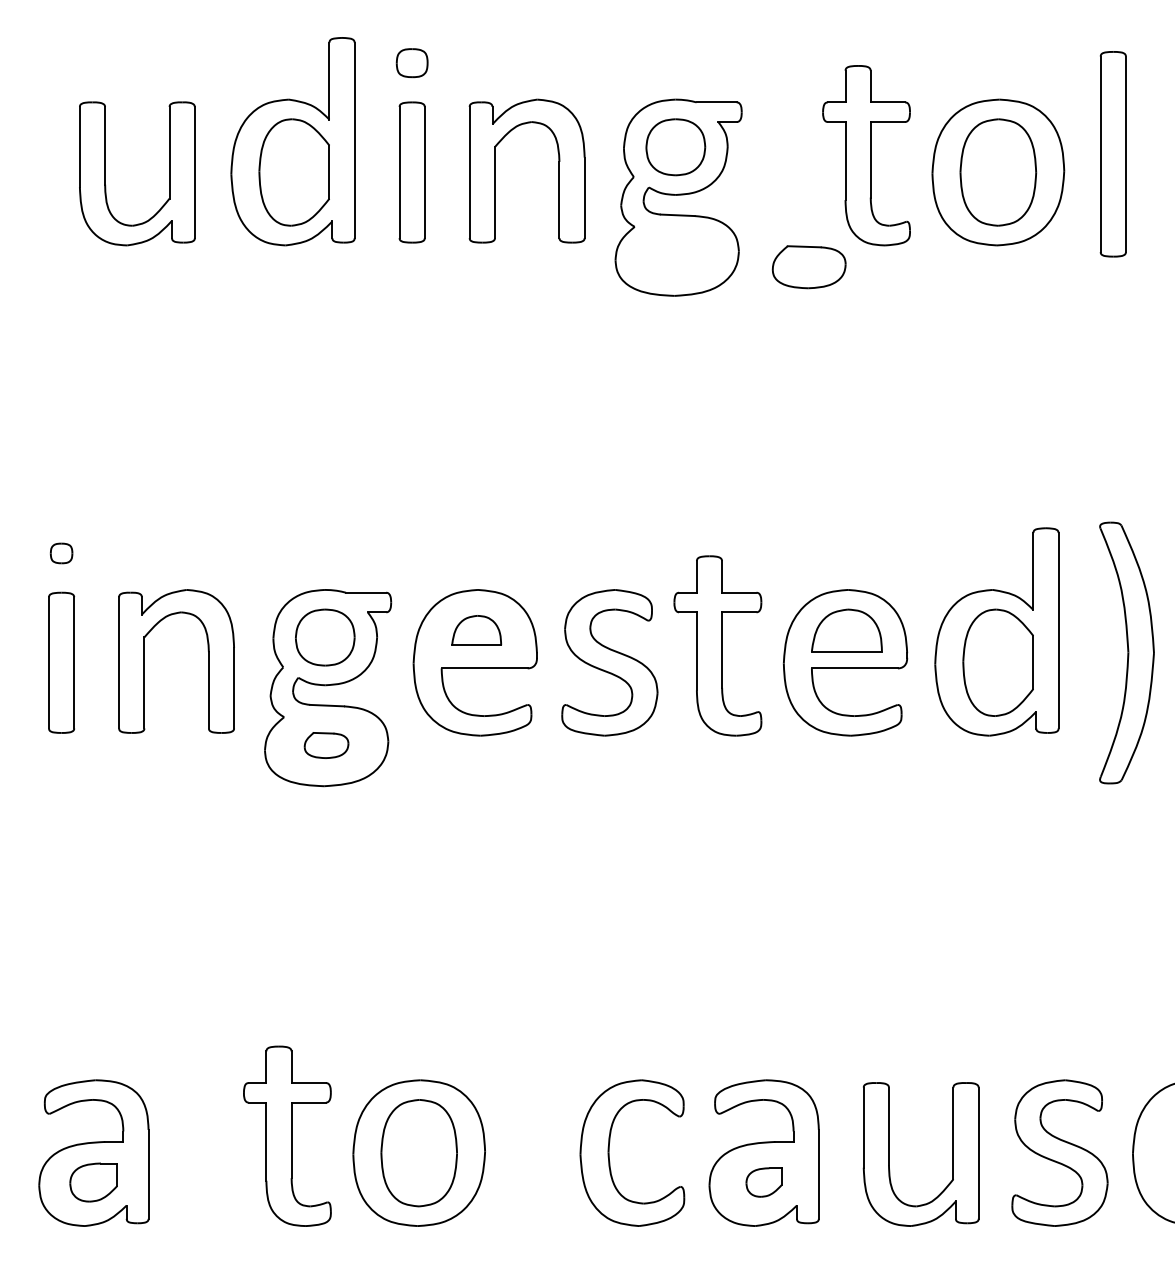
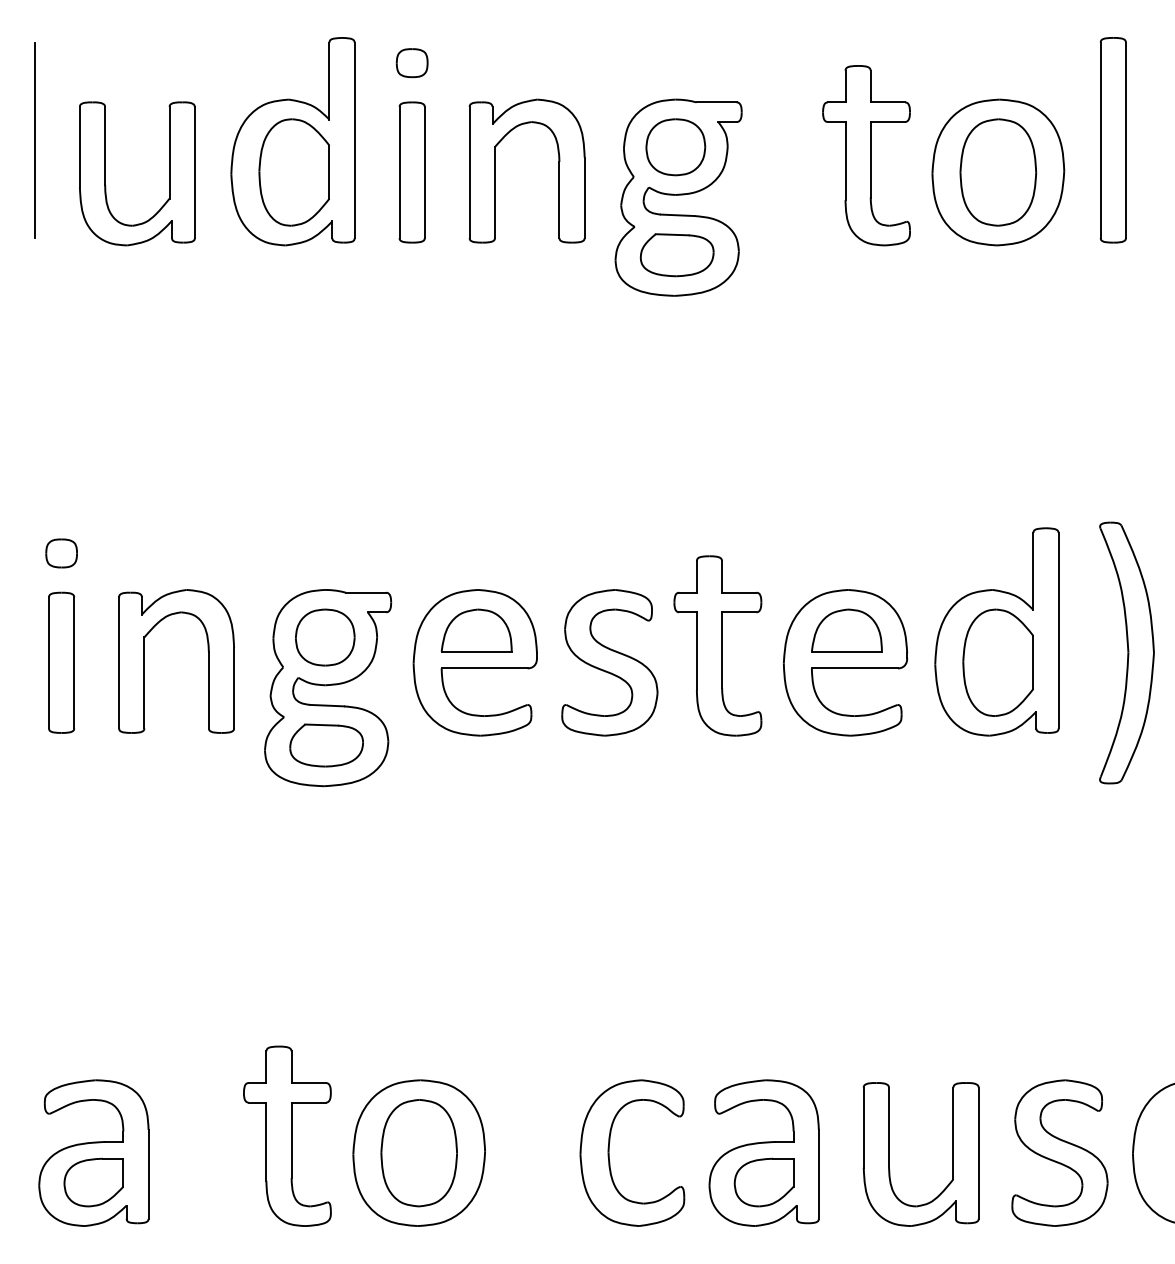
line at (35, 140): none -> present
part at (1112, 154) position: (1112, 154) -> (1112, 140)
part at (808, 267) position: (808, 267) -> (676, 255)
part at (61, 553) size: 25x23 px -> 33x31 px
part at (476, 630) size: 52x31 px -> 73x45 px
part at (326, 745) size: 47x27 px -> 75x45 px
part at (93, 1182) size: 49x41 px -> 61x51 px
part at (763, 1182) size: 38x31 px -> 62x51 px
